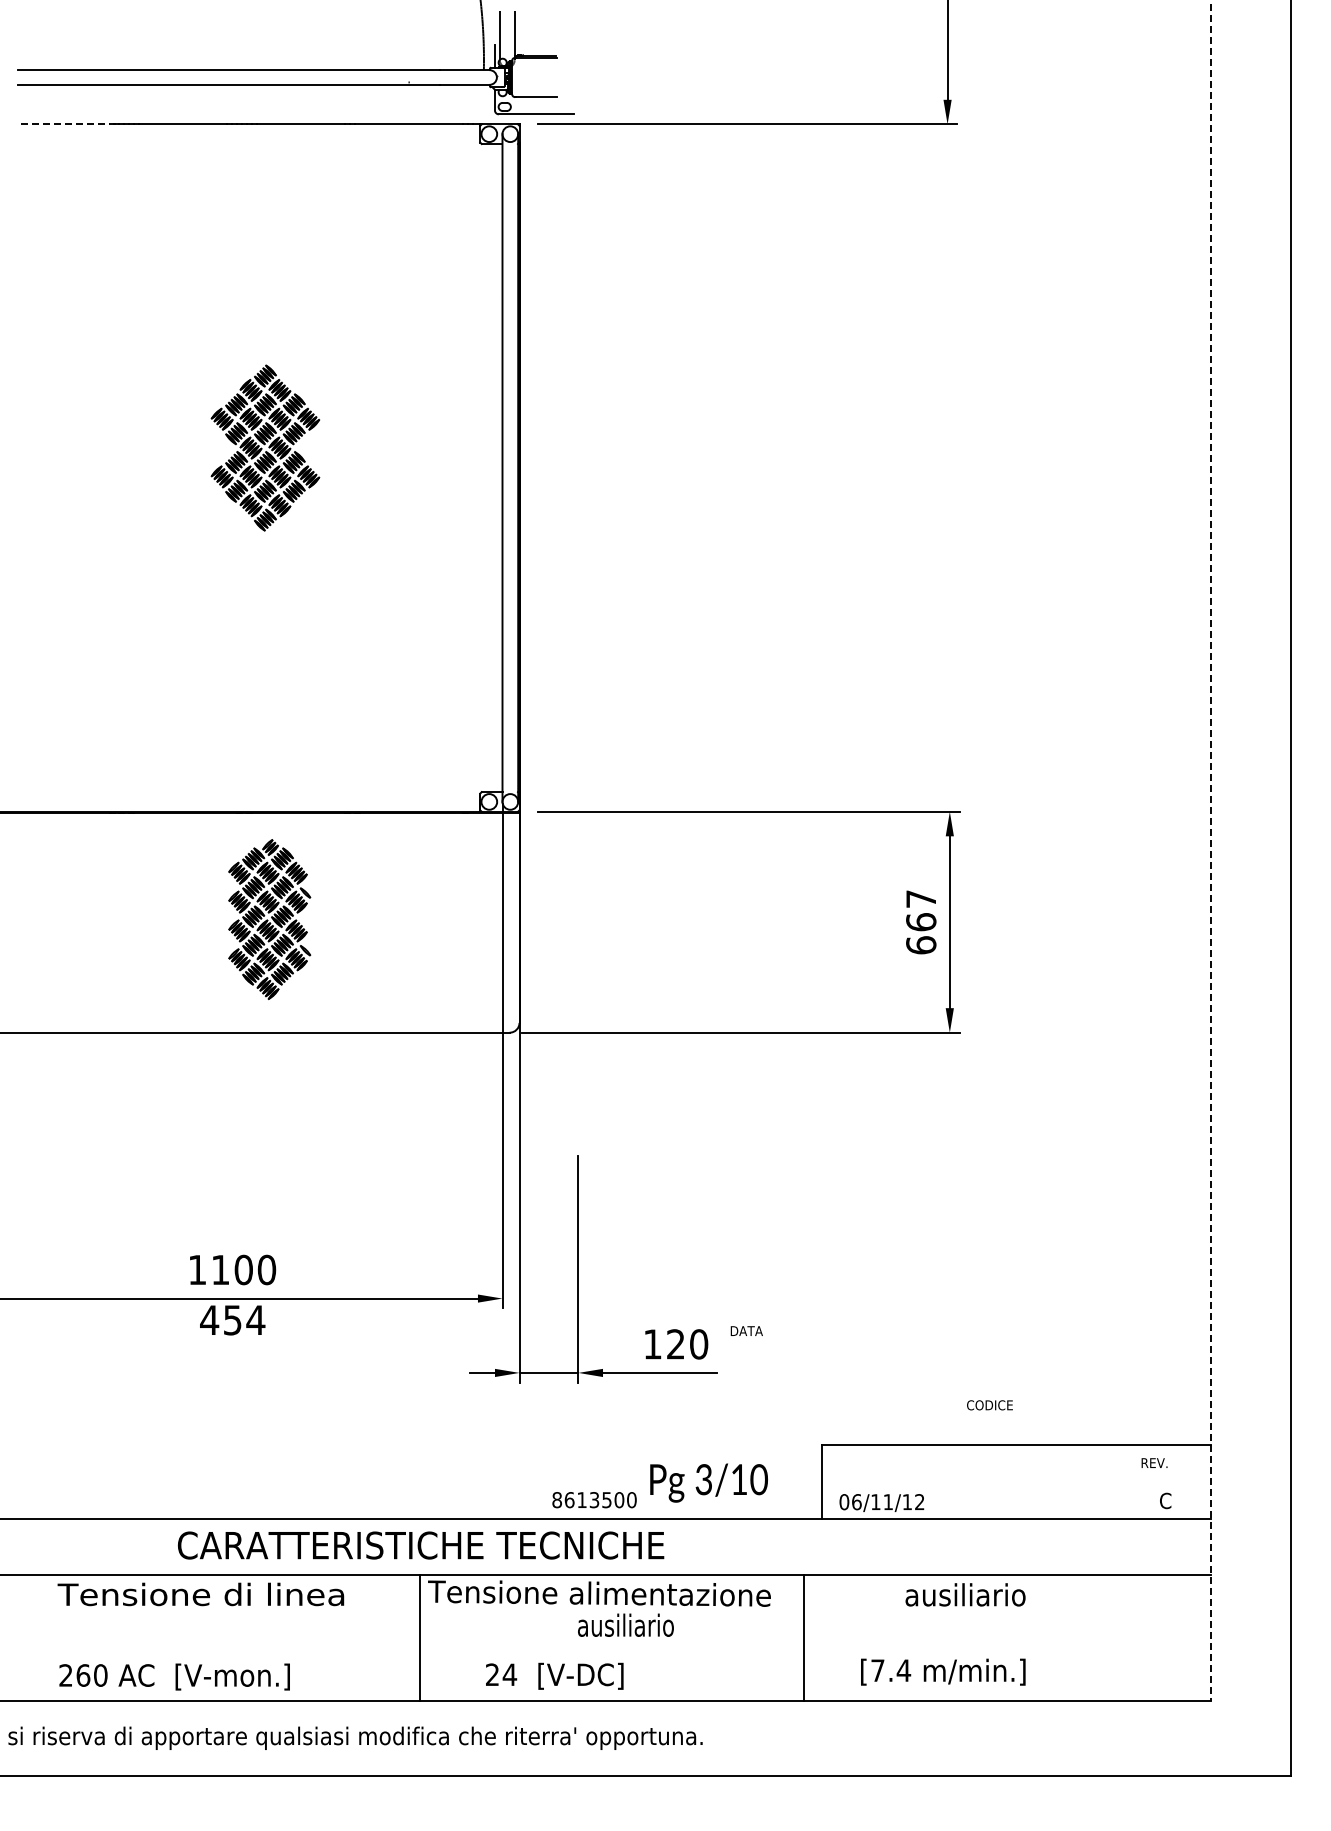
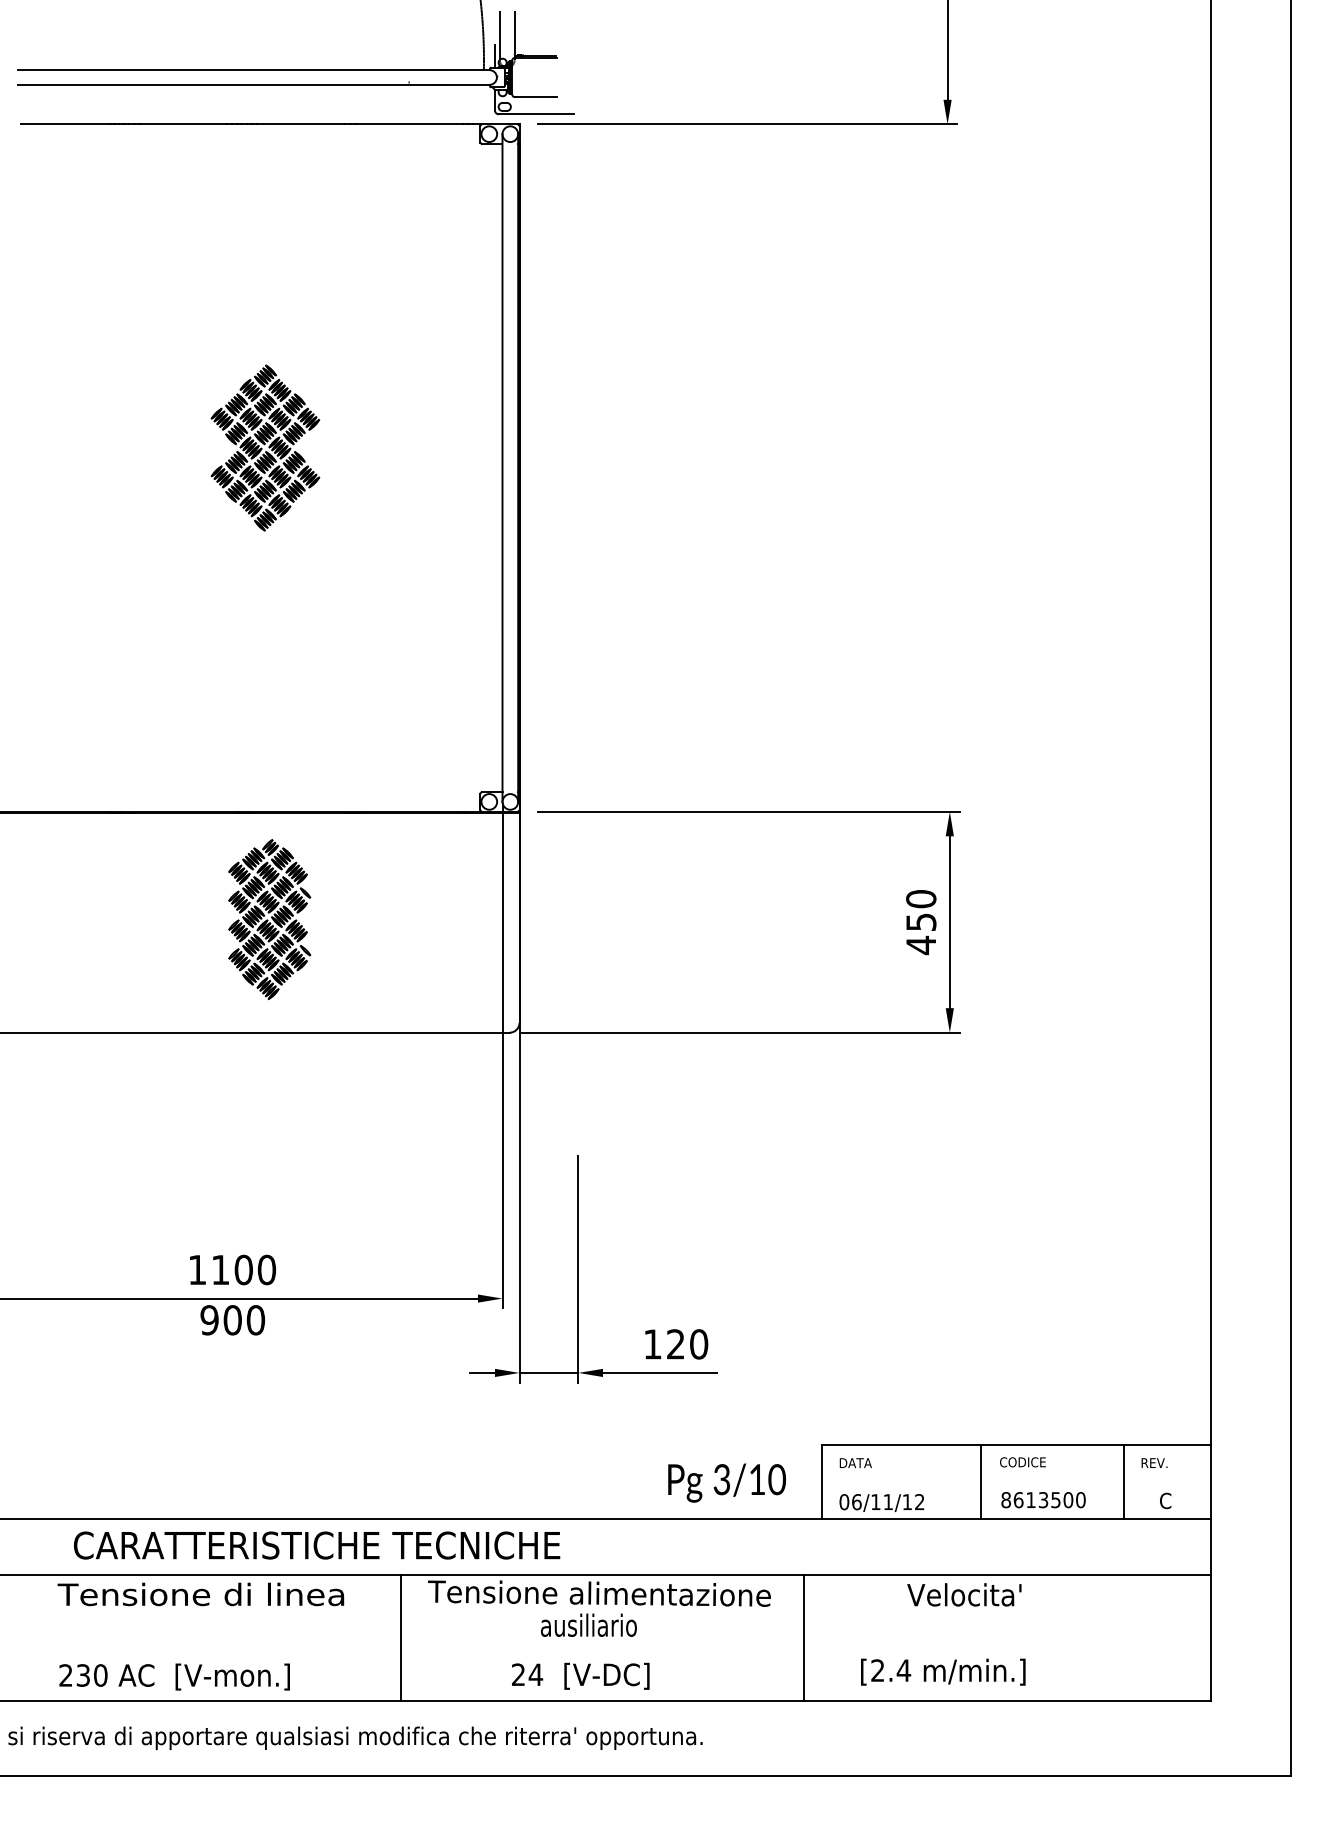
line at (65, 124): dashed -> solid
line at (1210, 851): dashed -> solid
text at (921, 922): 667 -> 450
text at (232, 1320): 454 -> 900
text at (746, 1330) position: (746, 1330) -> (855, 1462)
text at (989, 1405) position: (989, 1405) -> (1022, 1462)
line at (980, 1481): none -> present
line at (1123, 1481): none -> present
text at (708, 1482) position: (708, 1482) -> (726, 1482)
text at (594, 1500) position: (594, 1500) -> (1043, 1500)
text at (420, 1545) position: (420, 1545) -> (316, 1545)
text at (965, 1594): ausiliario -> Velocita'
text at (625, 1624) position: (625, 1624) -> (588, 1624)
line at (420, 1637) position: (420, 1637) -> (401, 1637)
text at (877, 1670): [7.4 -> [2.4
text at (83, 1675): 260 -> 230
text at (554, 1675) position: (554, 1675) -> (580, 1675)
